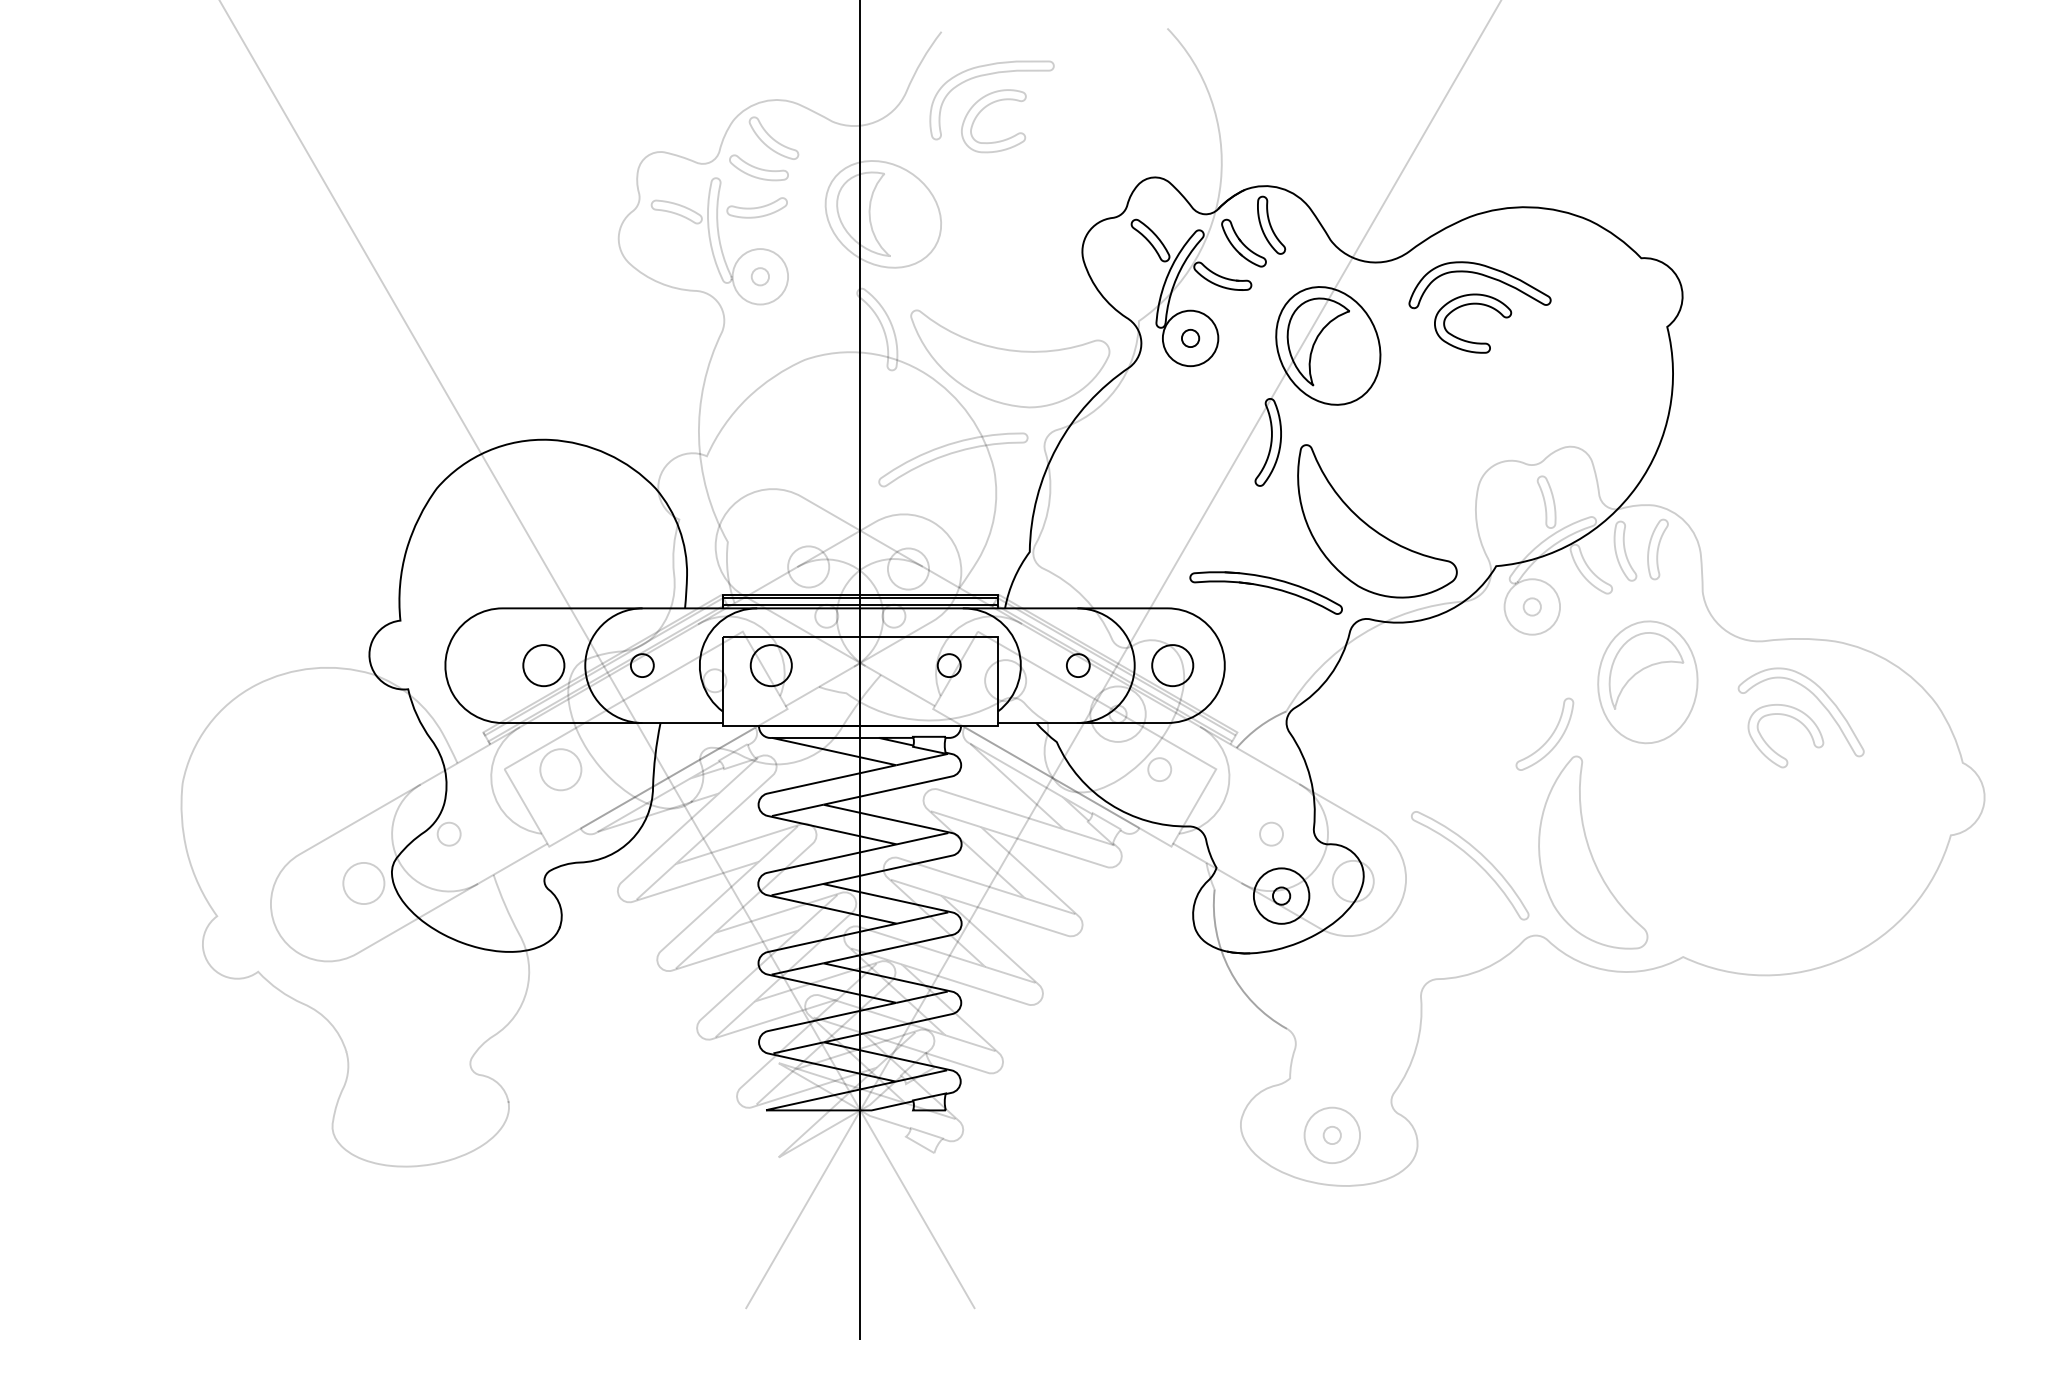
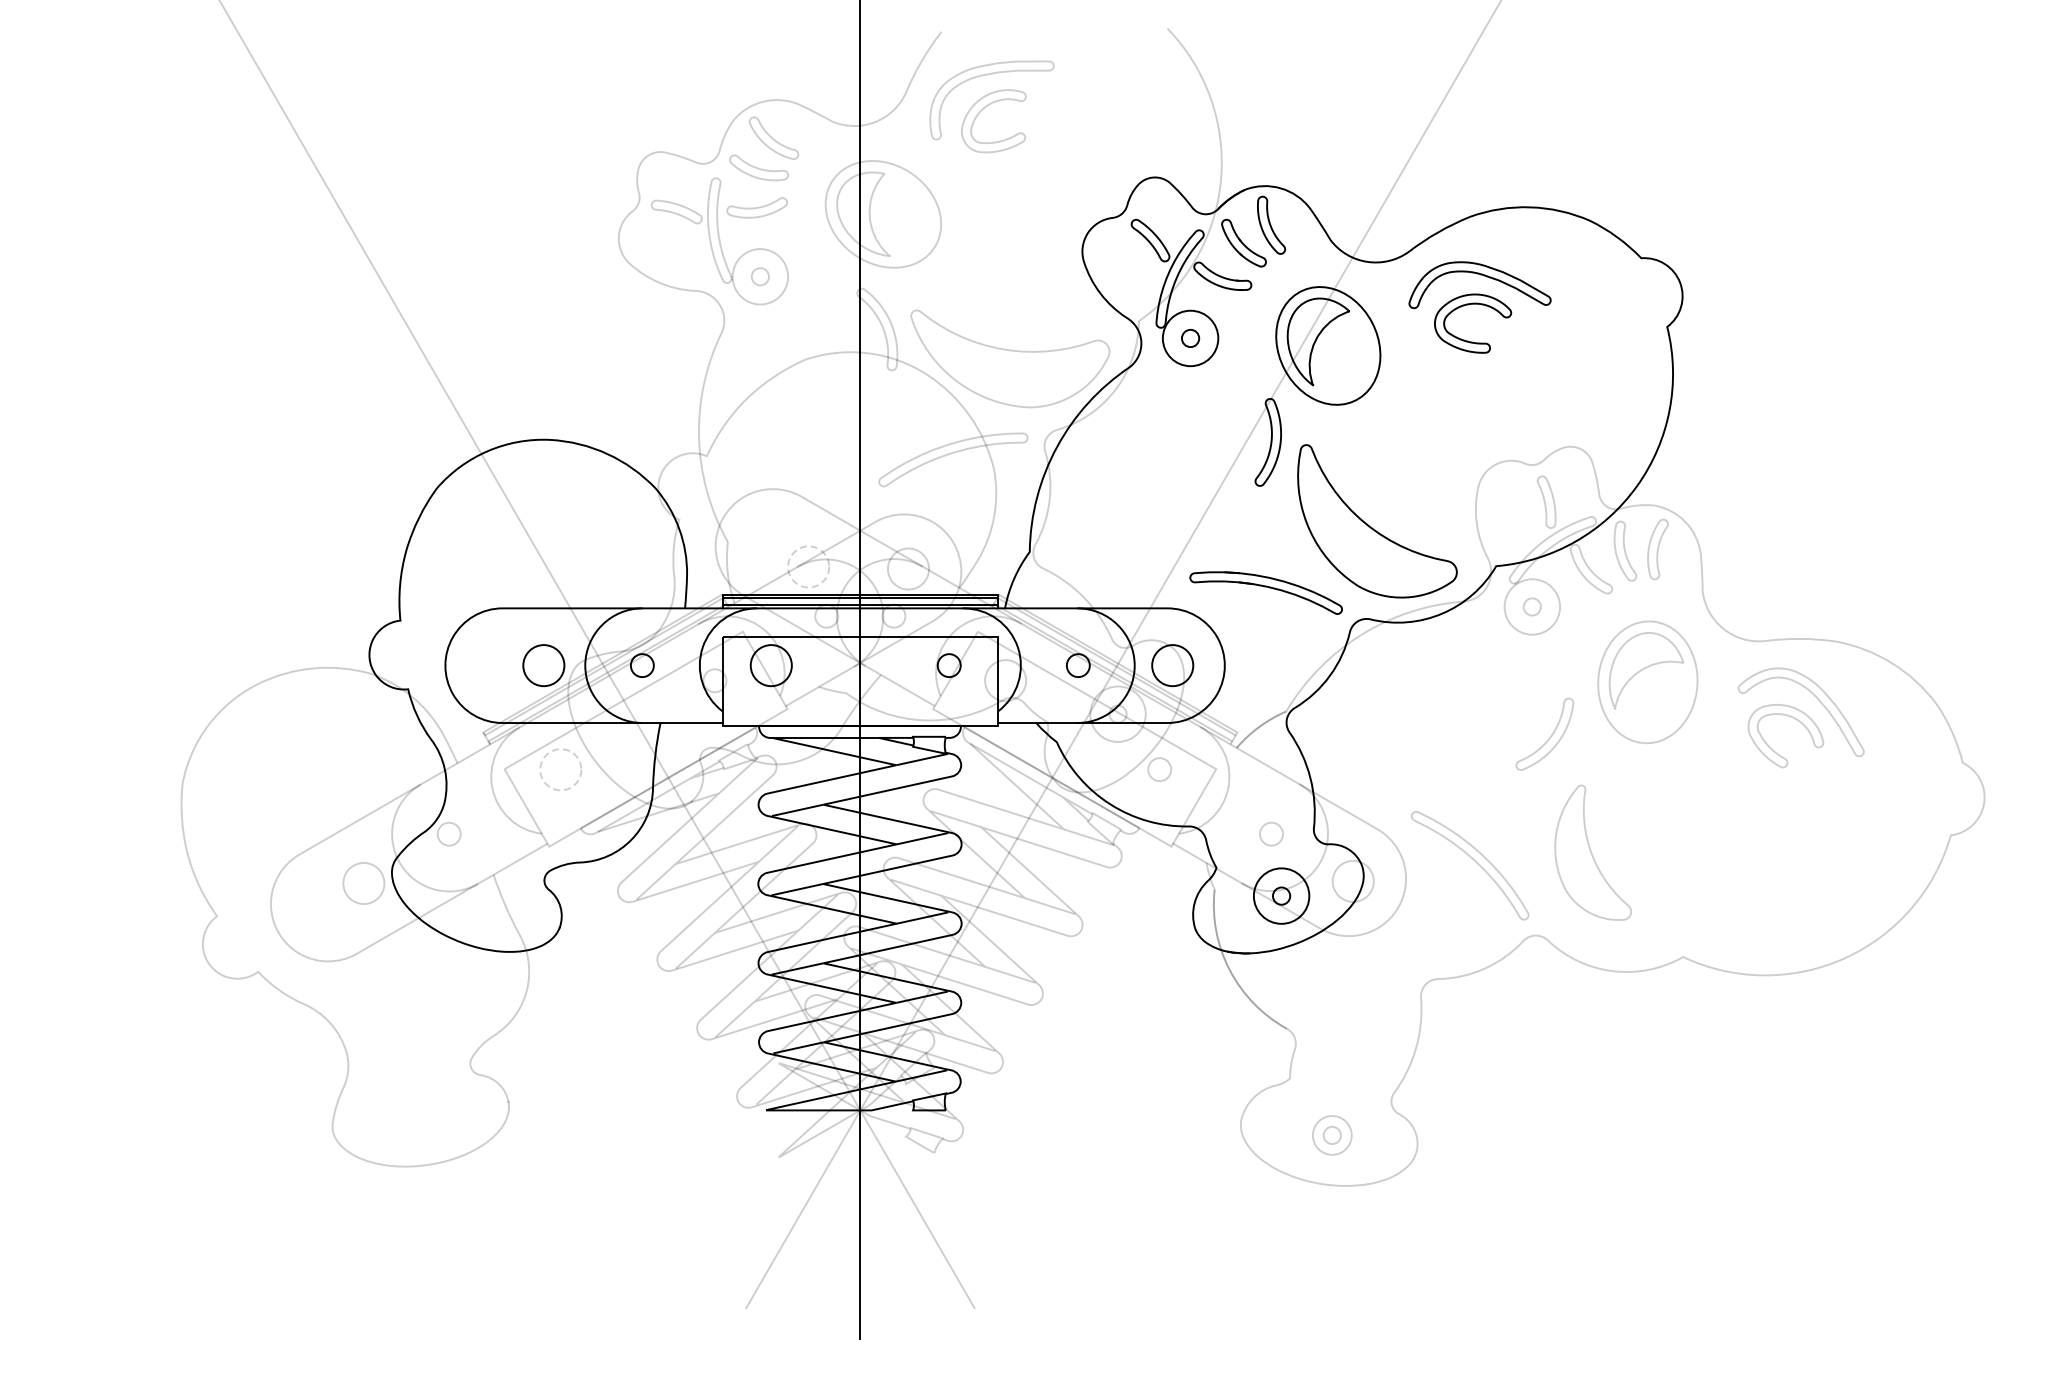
circle at (808, 566): solid -> dashed
circle at (560, 769): solid -> dashed
part at (1592, 852) size: 110x194 px -> 78x136 px
circle at (1332, 1135) diameter: 55 px -> 39 px
